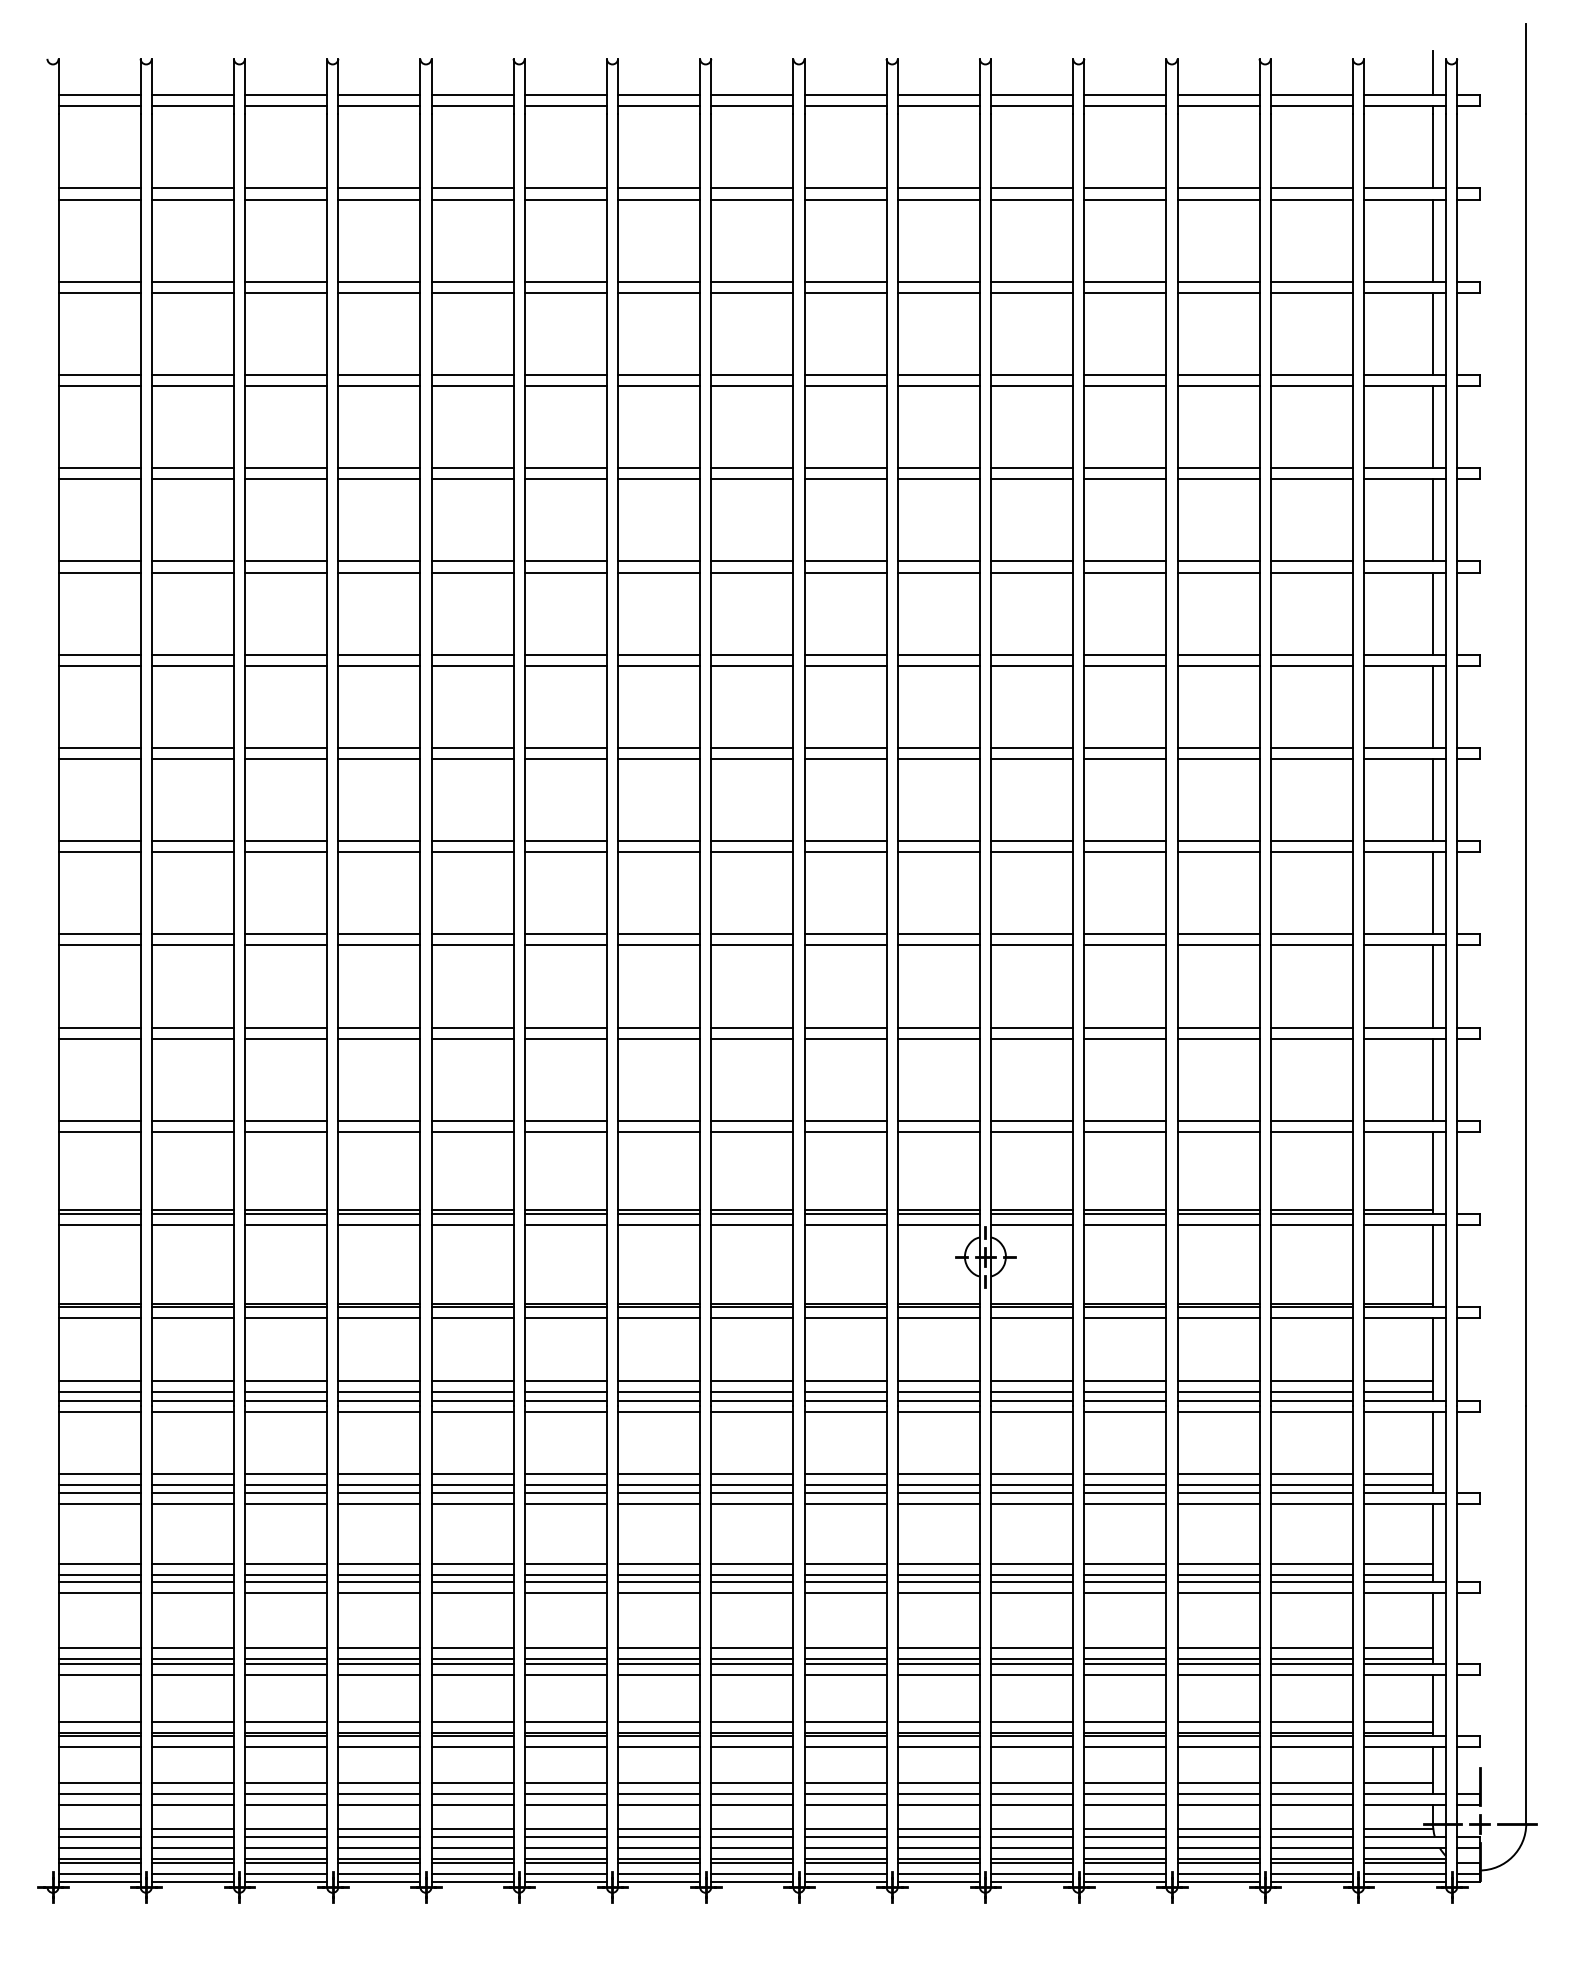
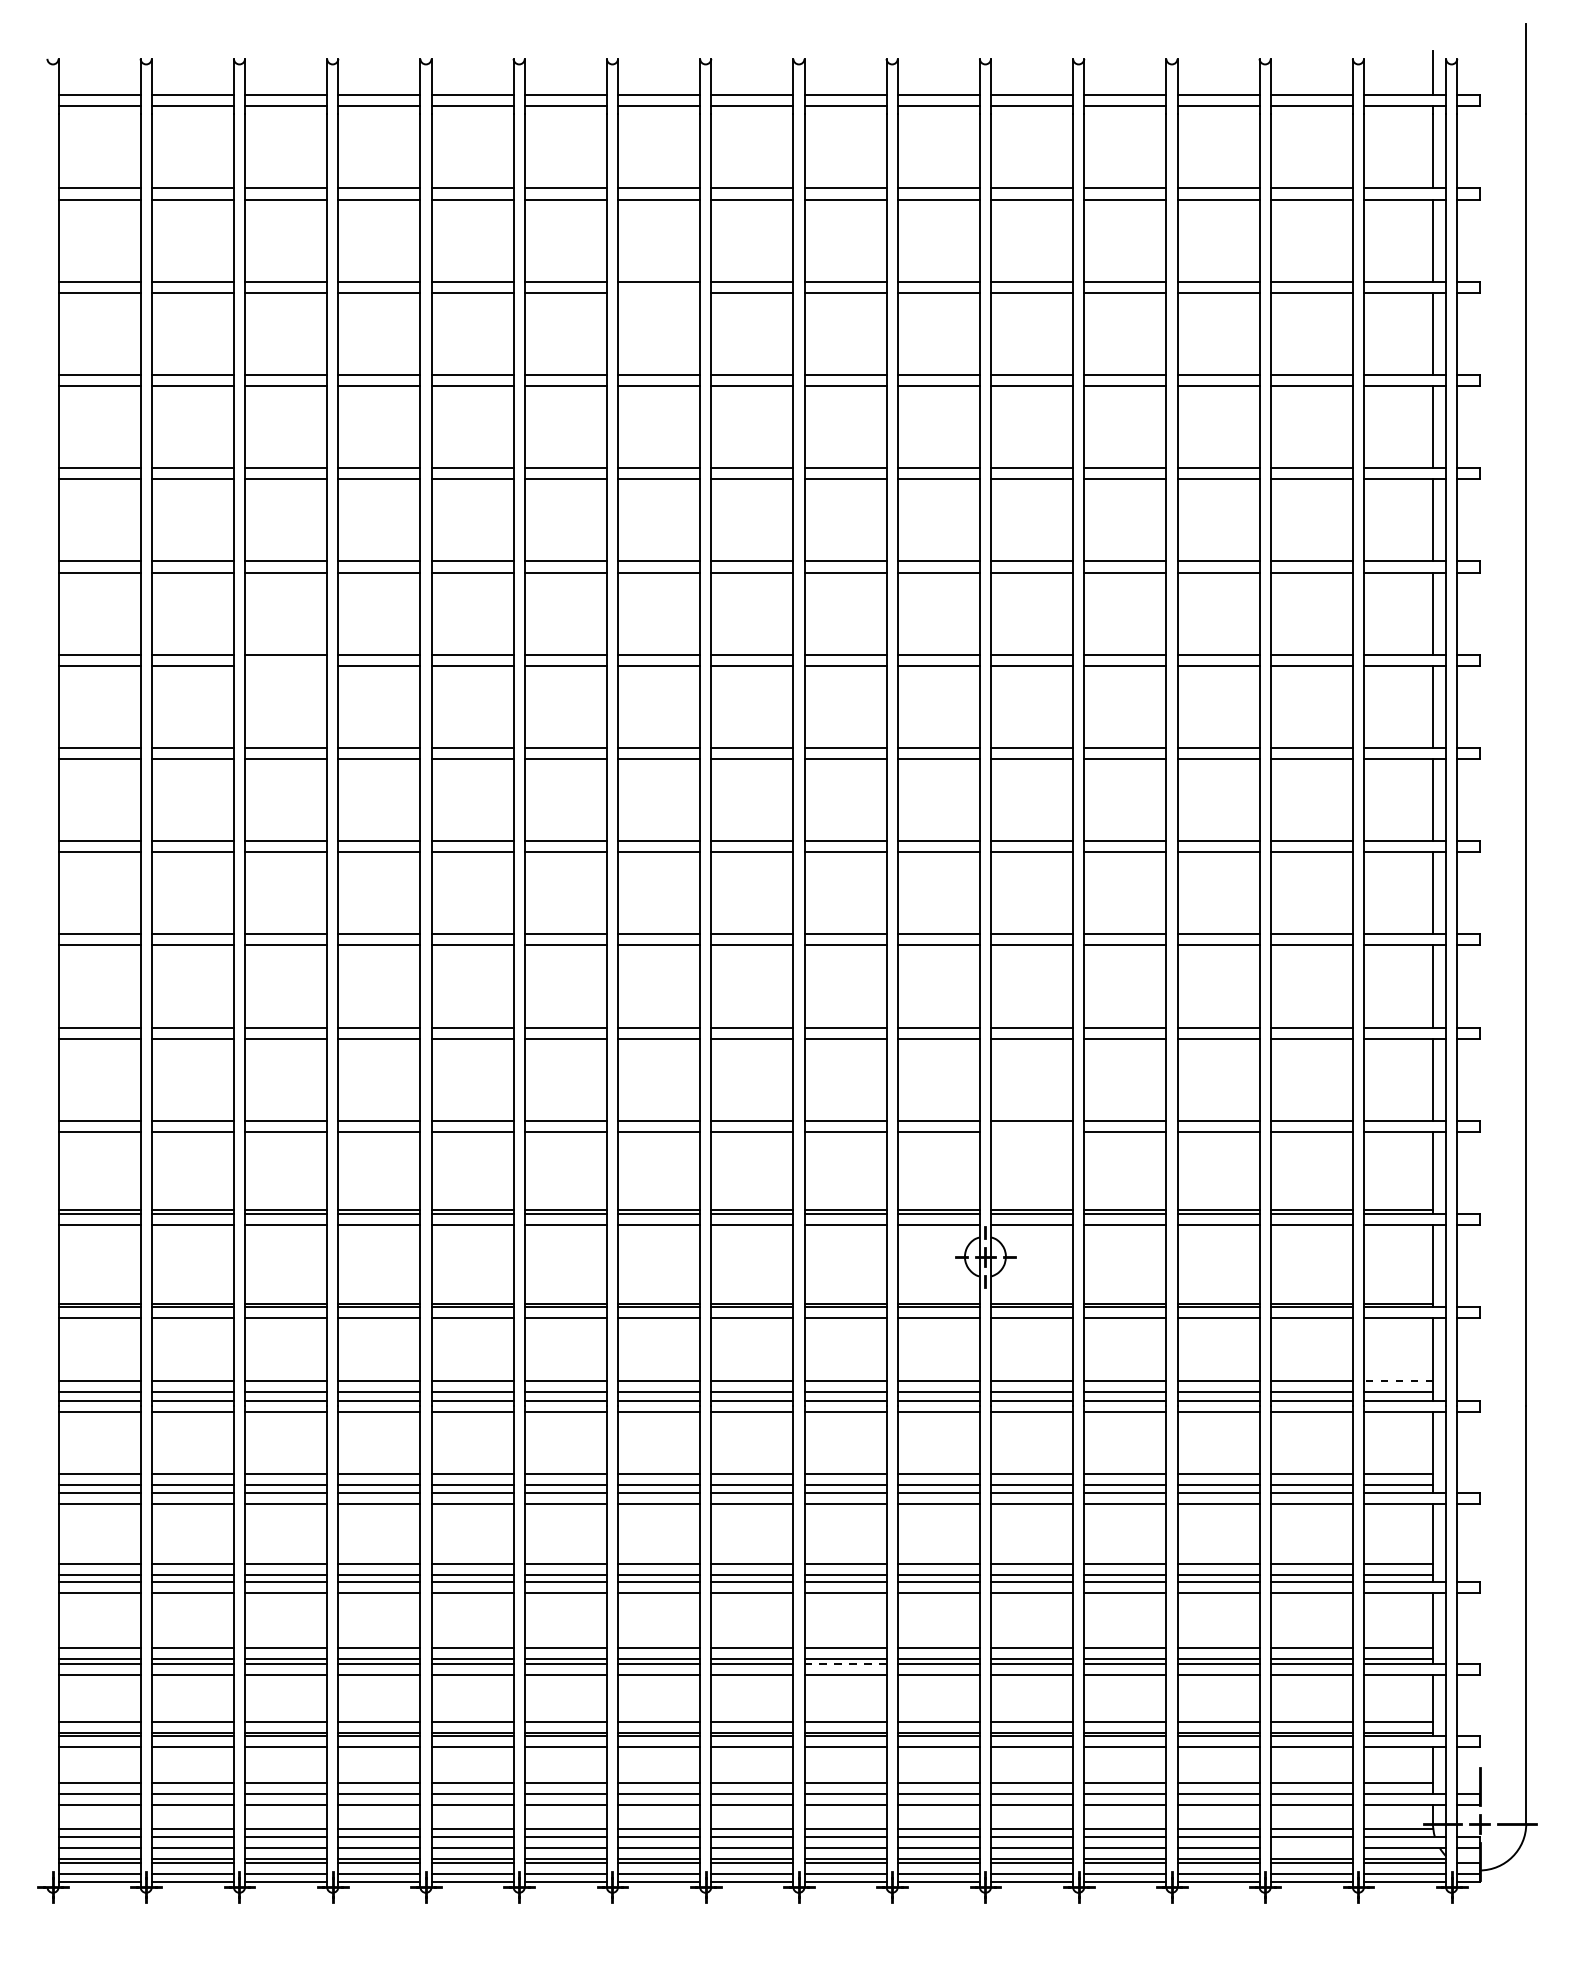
line at (659, 292): present -> none
line at (286, 665): present -> none
line at (1032, 1131): present -> none
line at (1398, 1381): solid -> dashed
line at (845, 1663): solid -> dashed
line at (1311, 1848): present -> none
